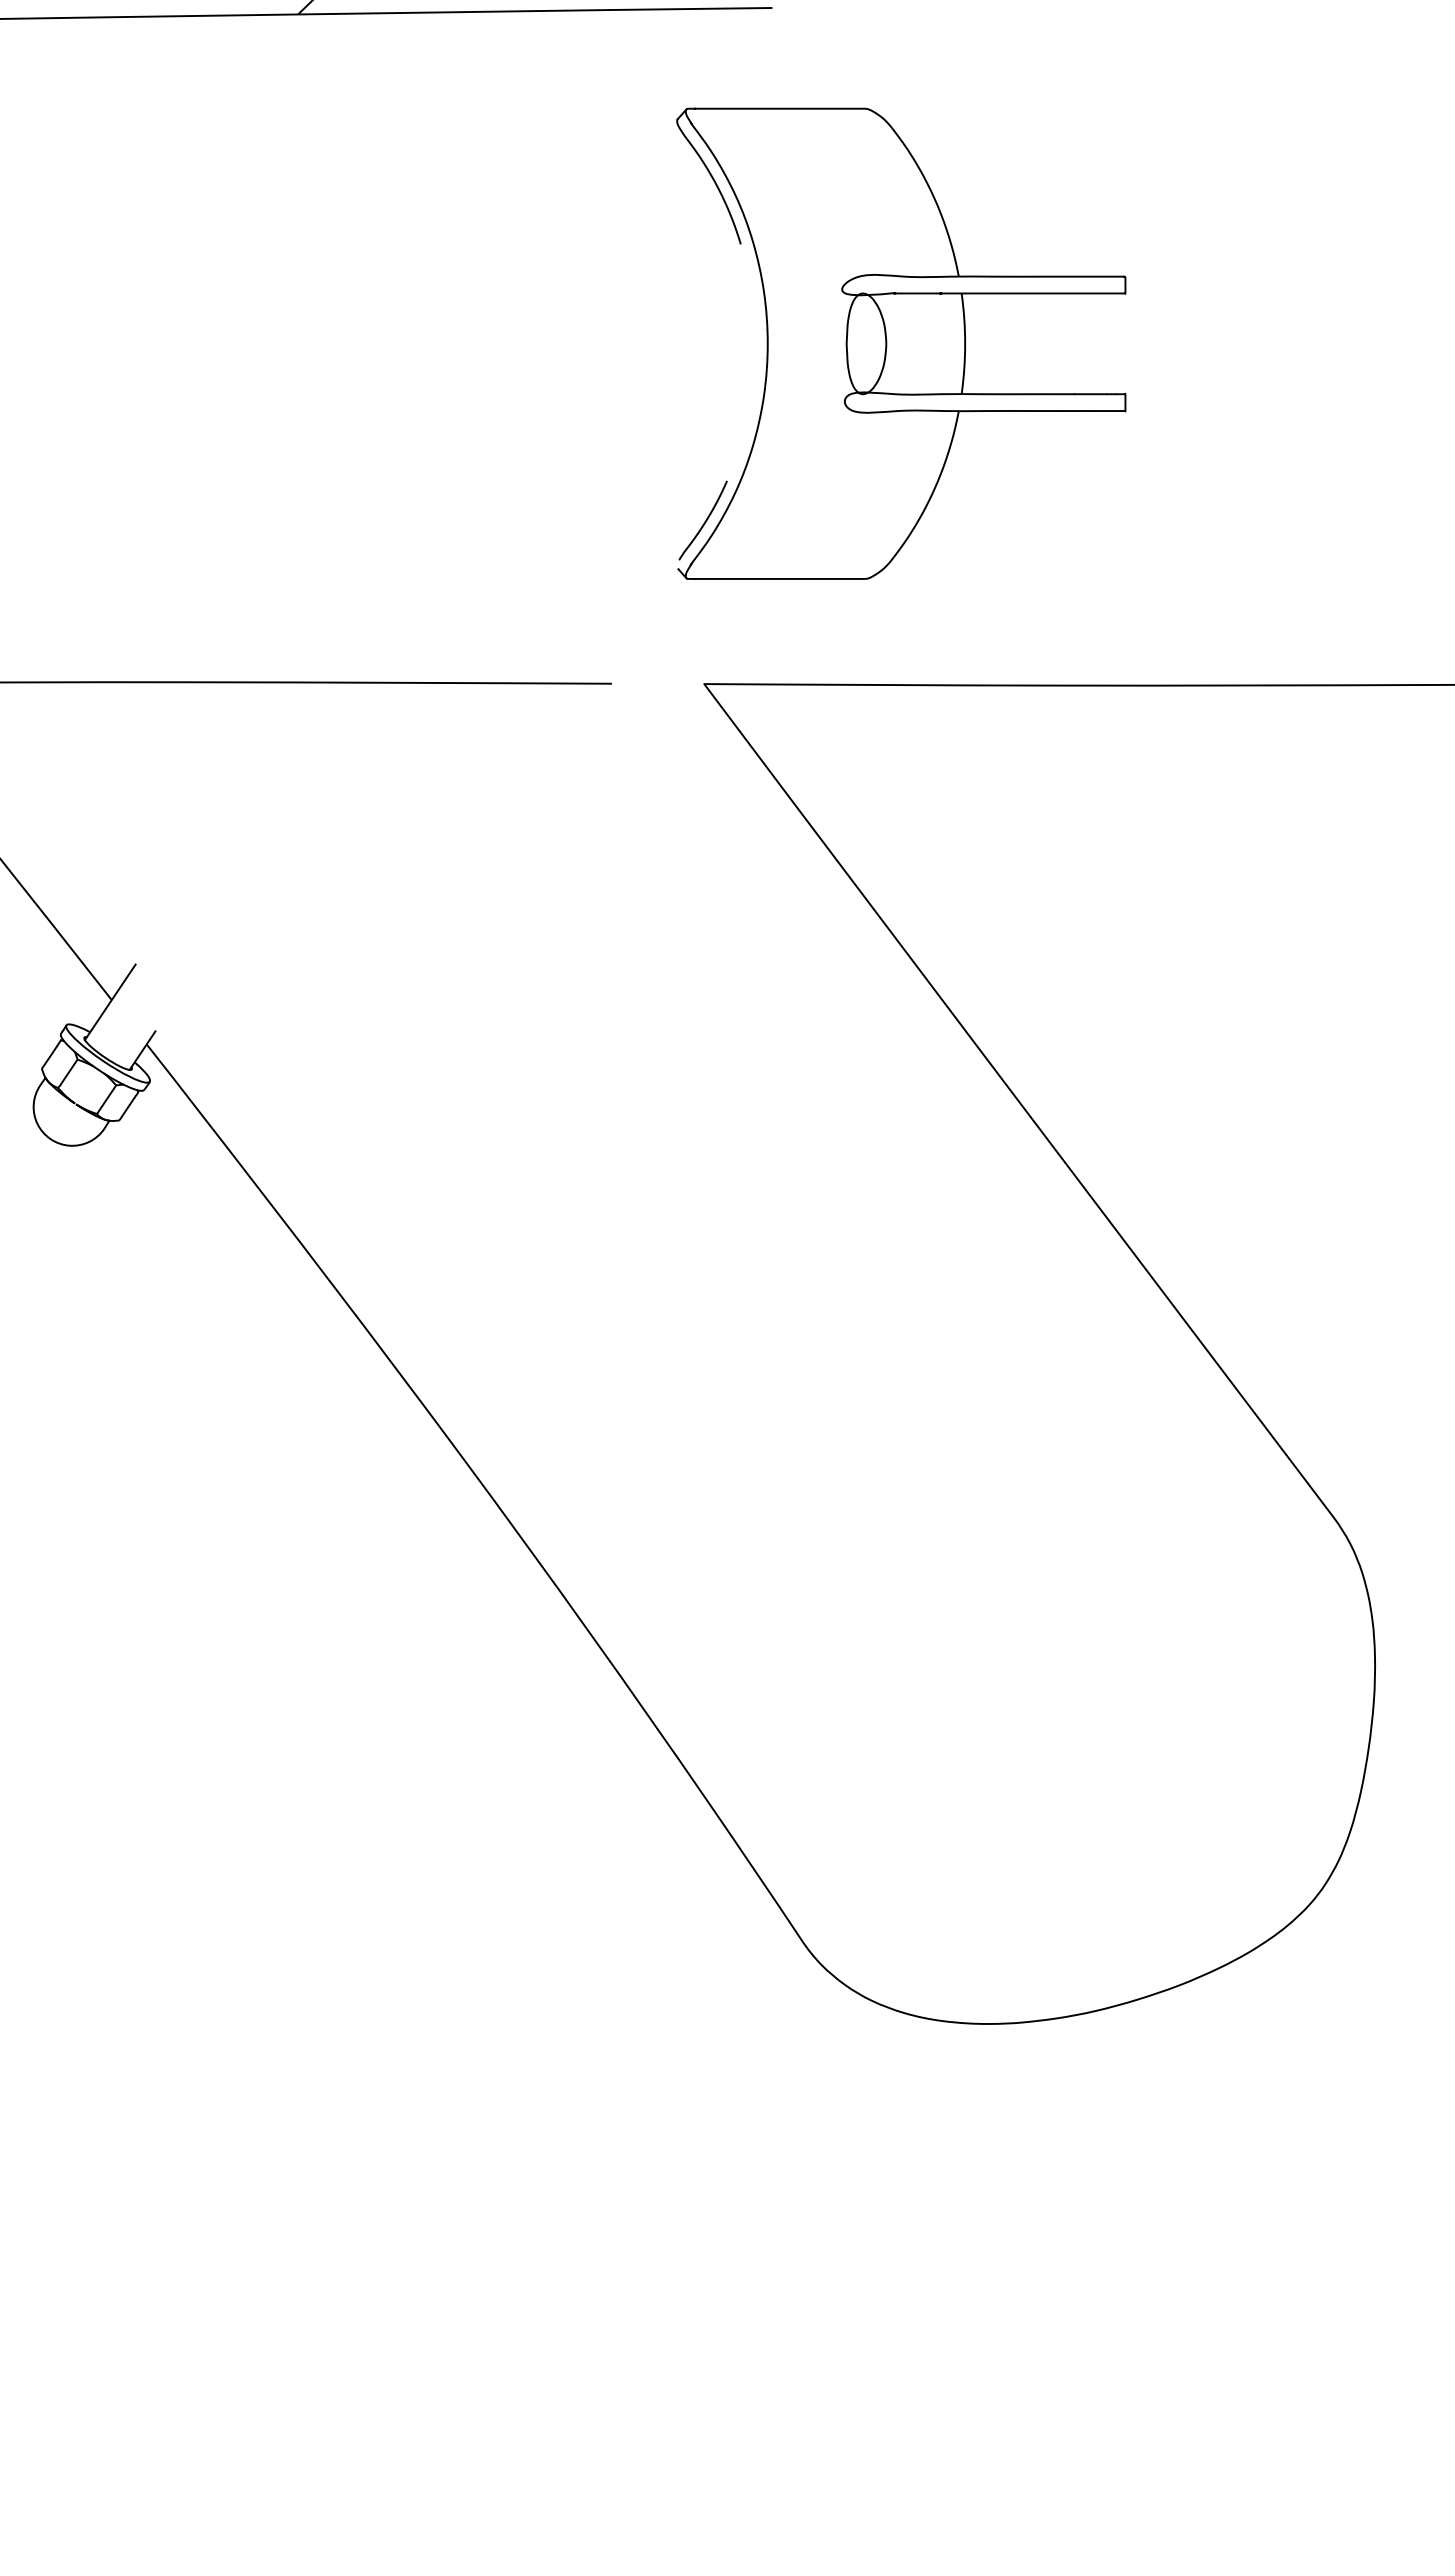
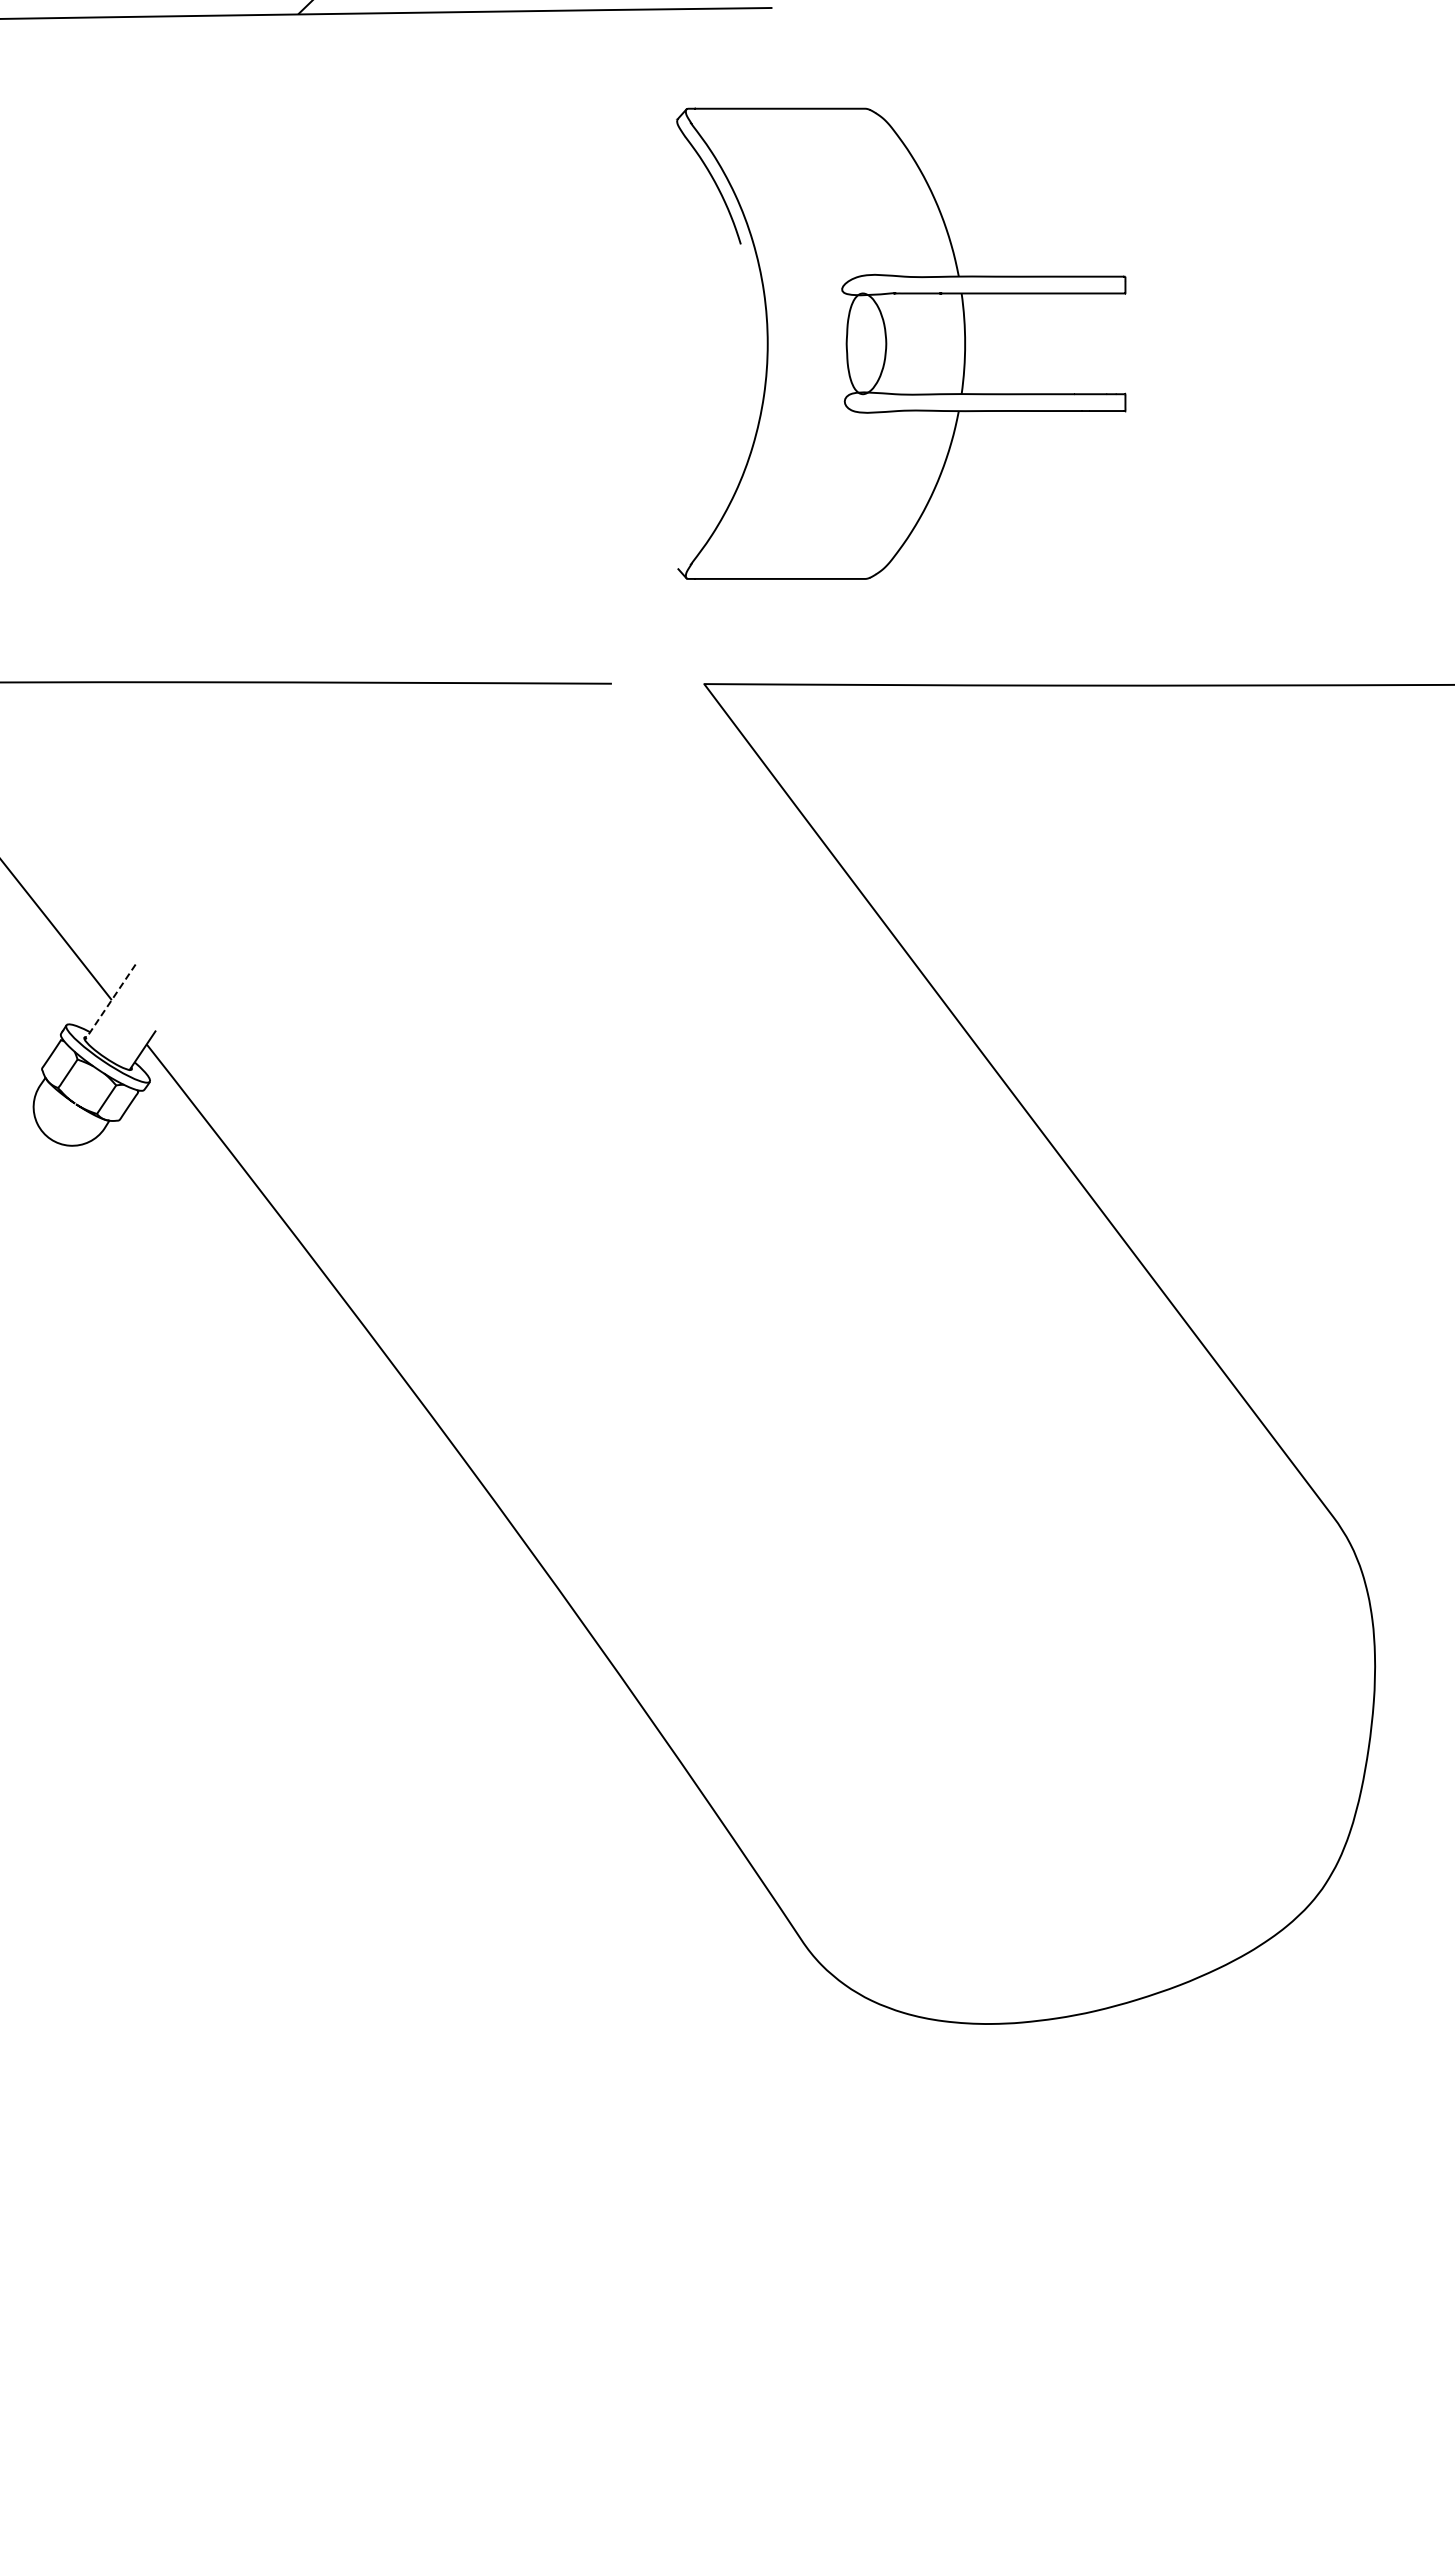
curve at (704, 521): present -> none
line at (110, 1002): solid -> dashed
